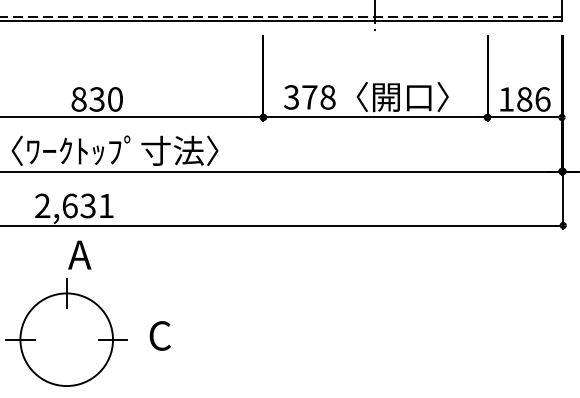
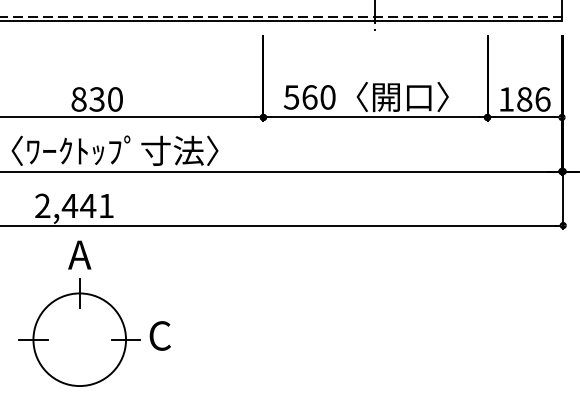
text at (309, 97): 378 -> 560
text at (78, 205): 2,631 -> 2,441
part at (66, 332) position: (66, 332) -> (79, 332)
